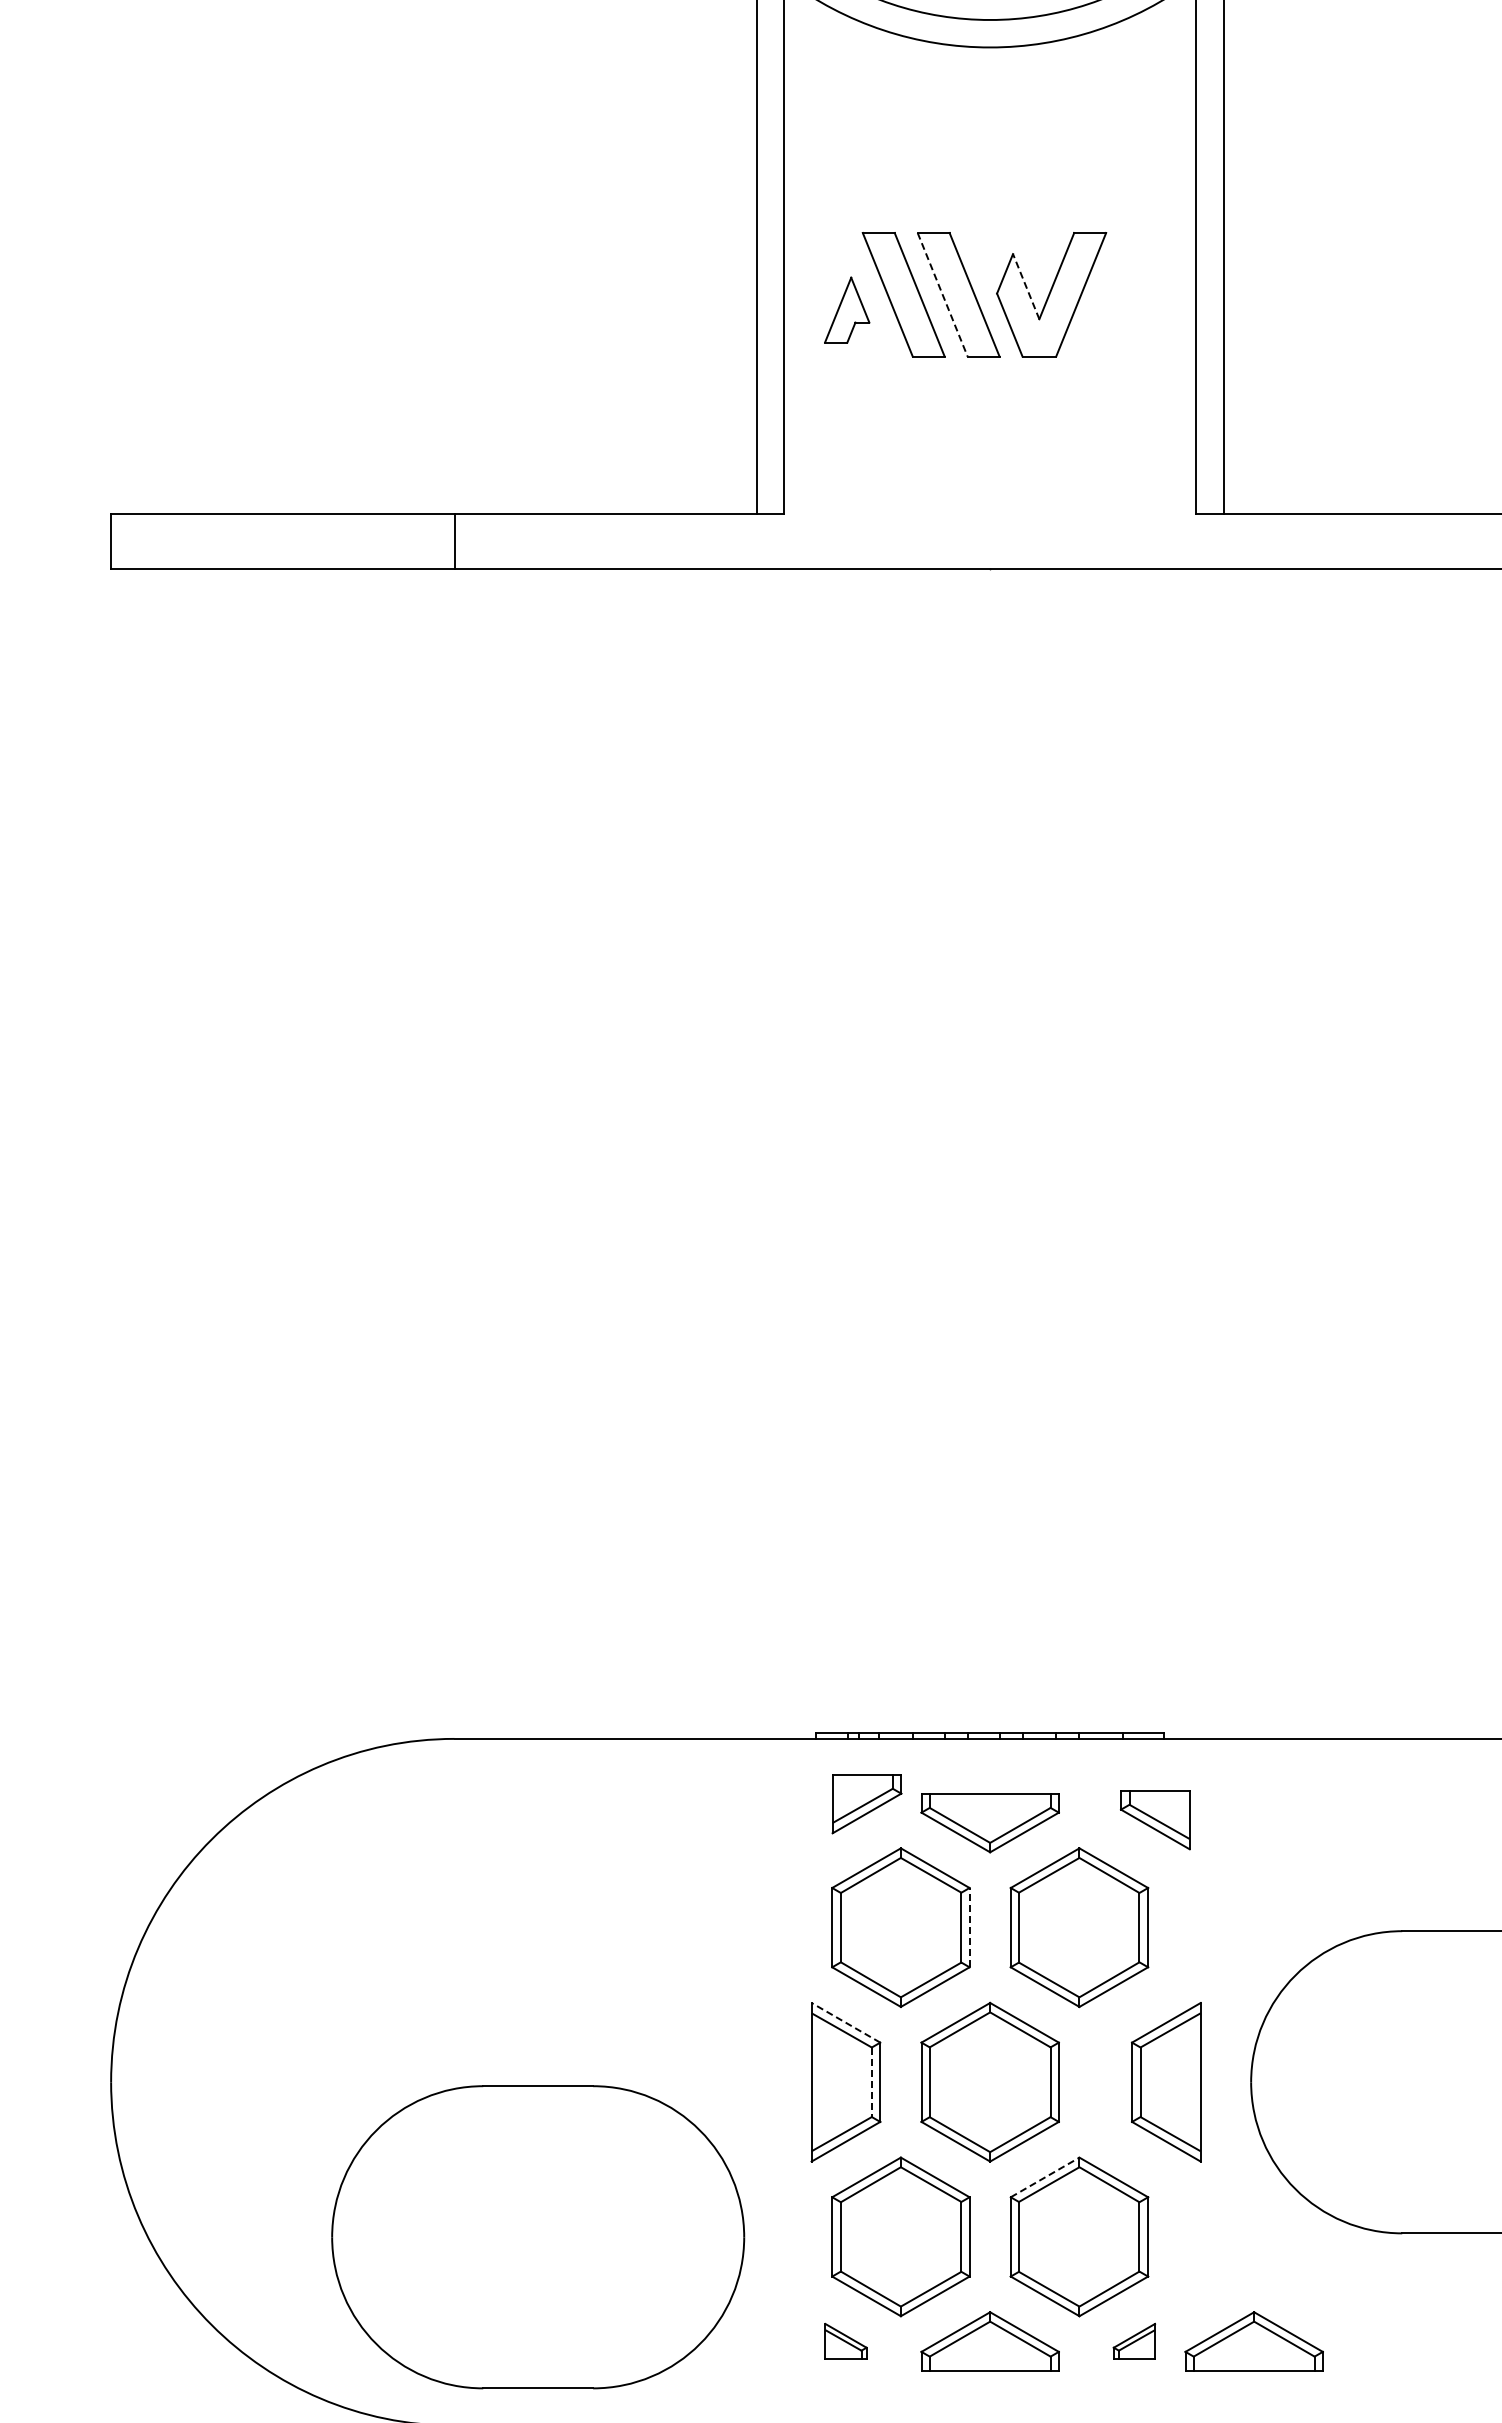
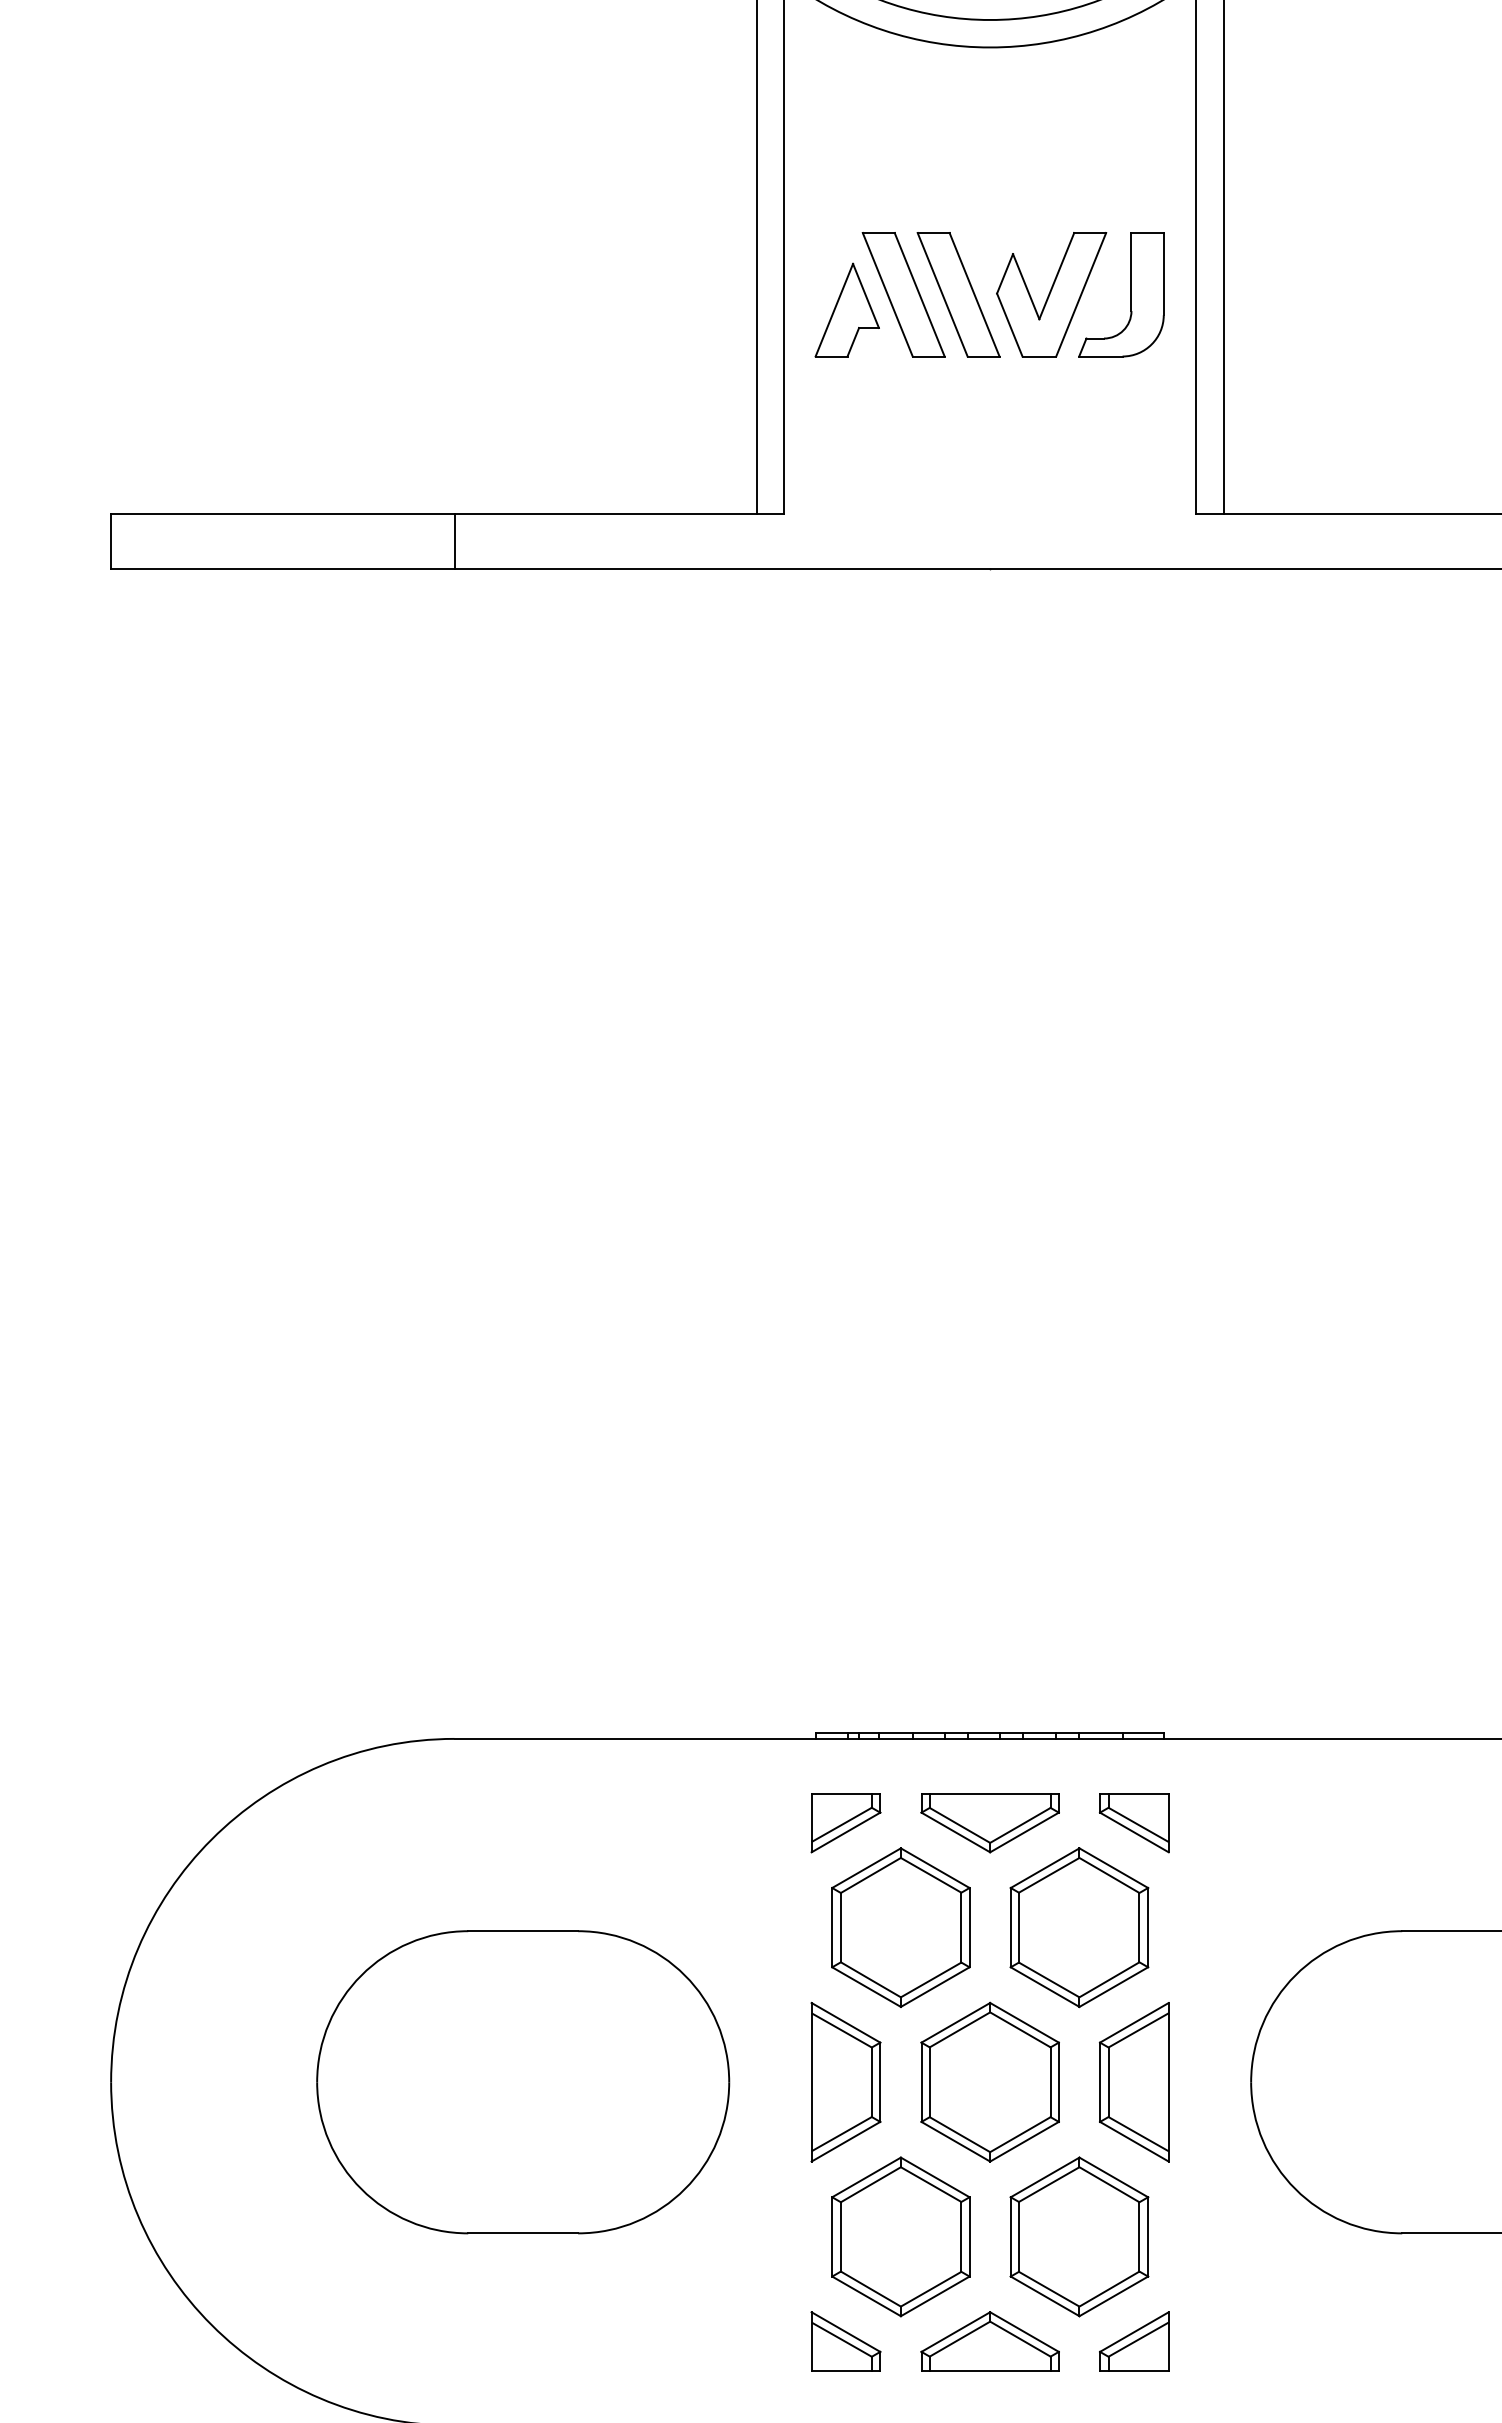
line at (1026, 286): dashed -> solid
line at (942, 294): dashed -> solid
part at (1130, 294): none -> present
part at (847, 309) size: 47x68 px -> 66x96 px
part at (866, 1804) position: (866, 1804) -> (845, 1823)
part at (1155, 1820) position: (1155, 1820) -> (1134, 1823)
line at (969, 1927): dashed -> solid
line at (845, 2022): dashed -> solid
line at (871, 2082): dashed -> solid
part at (1165, 2082) position: (1165, 2082) -> (1133, 2082)
line at (1045, 2177): dashed -> solid
part at (538, 2237) position: (538, 2237) -> (523, 2082)
part at (845, 2340) size: 44x38 px -> 72x61 px
part at (1134, 2340) size: 45x38 px -> 71x61 px
part at (1253, 2341): present -> none
